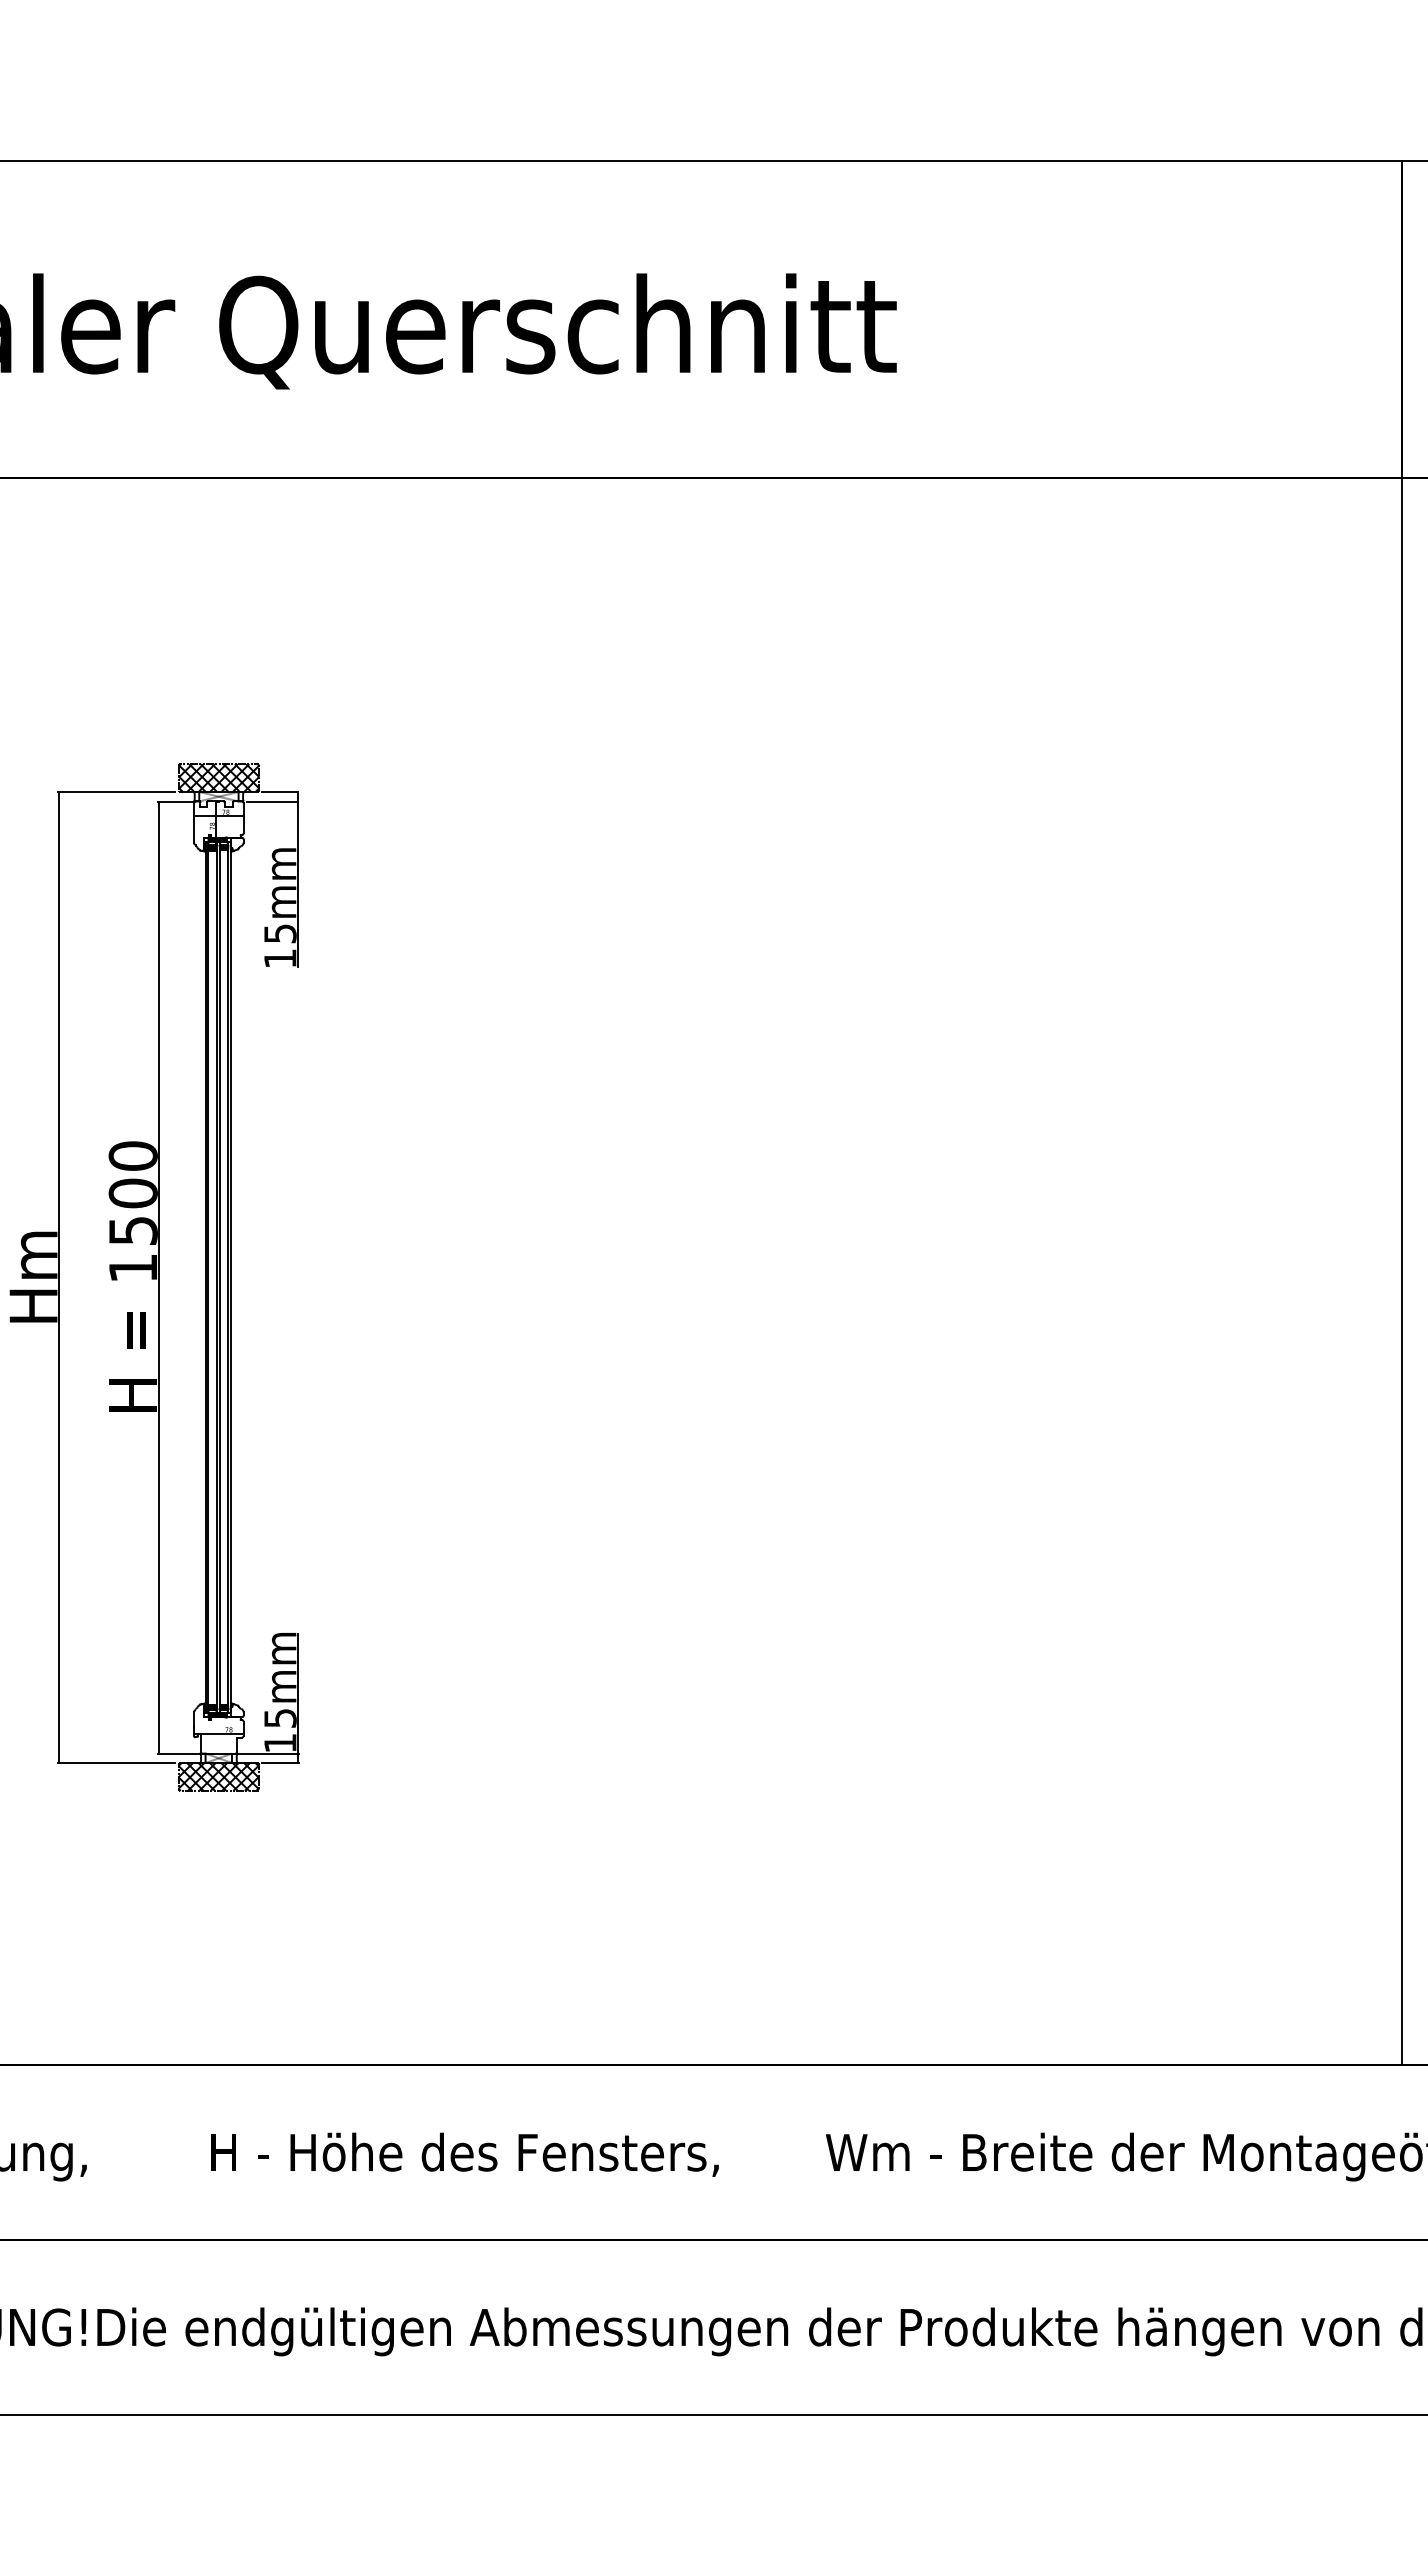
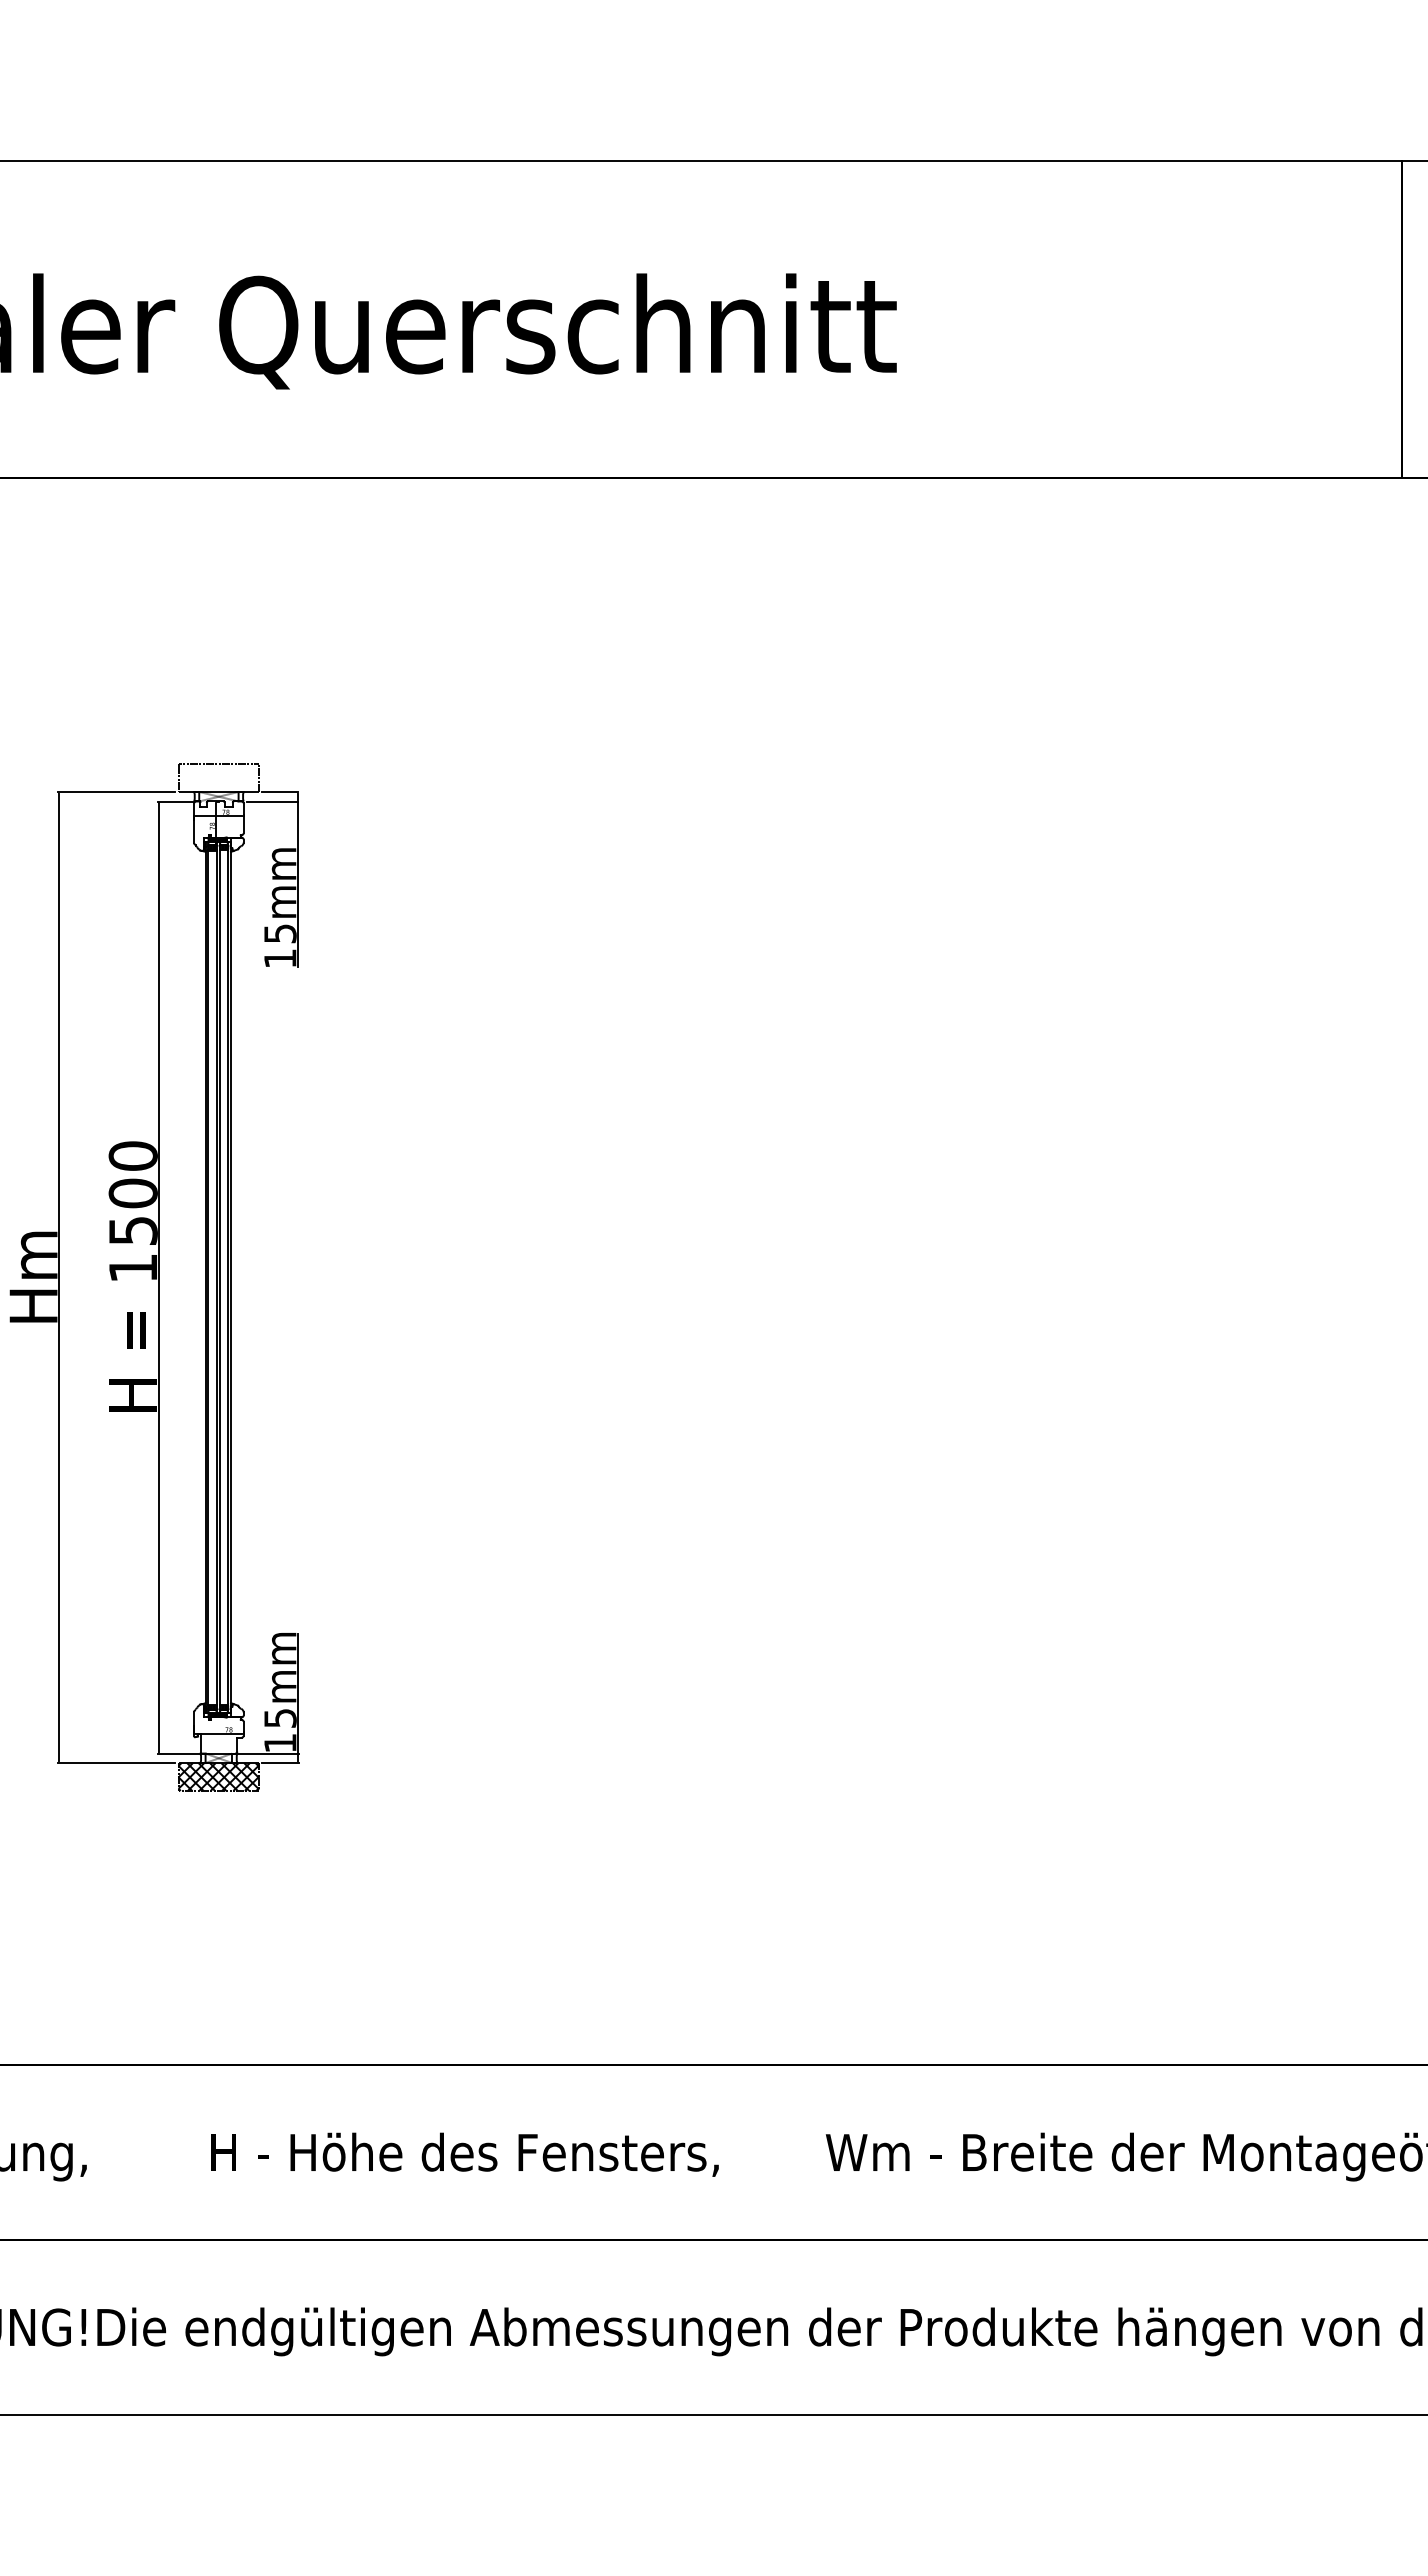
hatch at (218, 777): present -> none
line at (1401, 1271): present -> none
